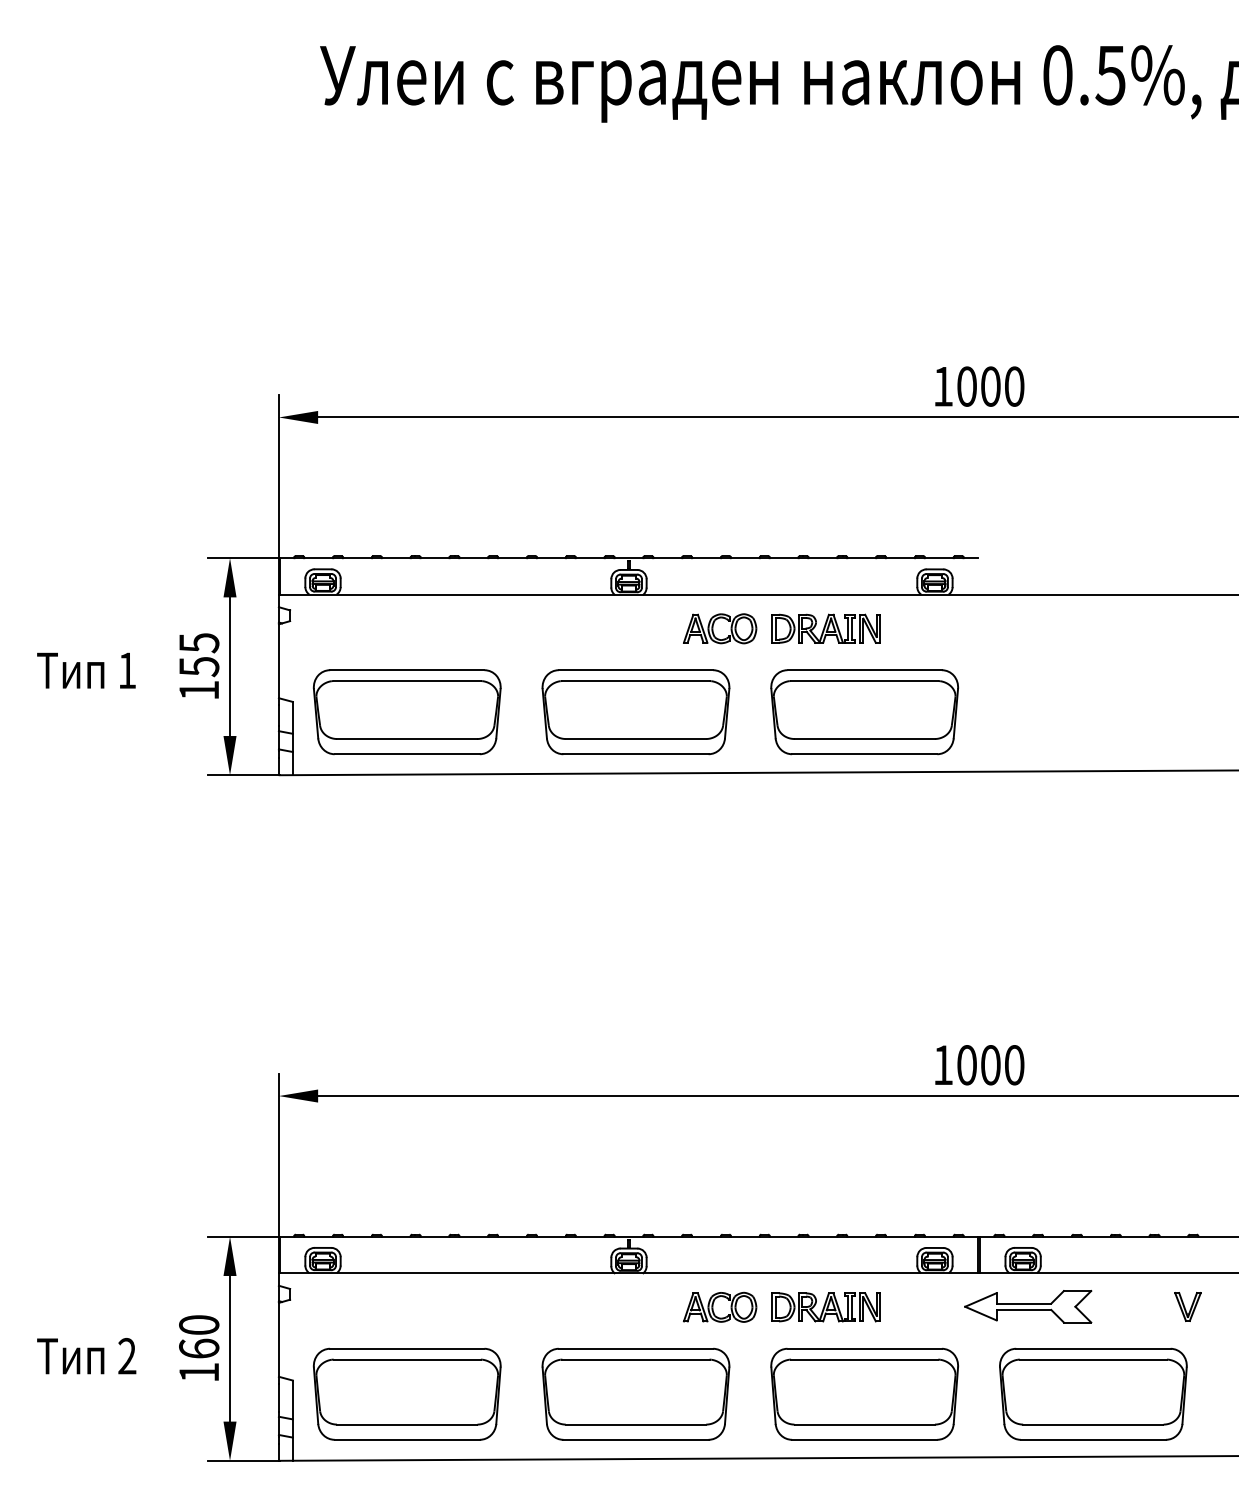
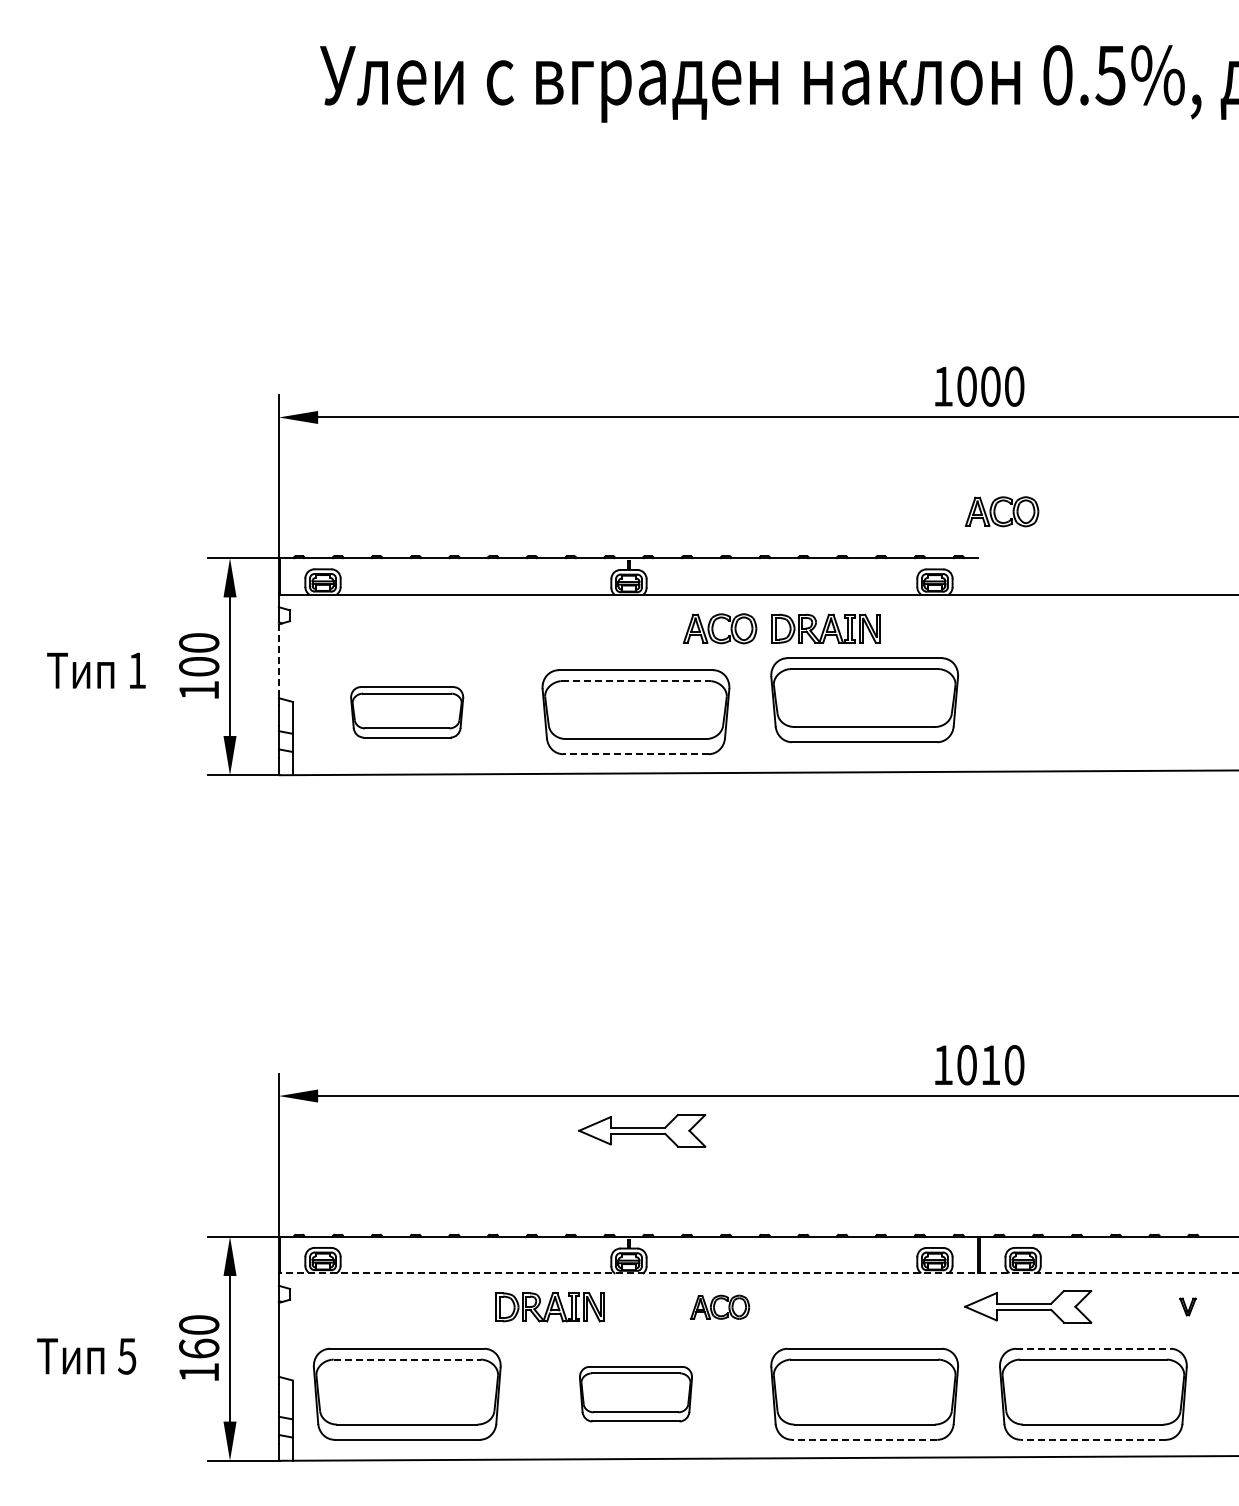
part at (1002, 511): none -> present
text at (199, 655): 155 -> 100
line at (278, 661): solid -> dashed
text at (86, 670) position: (86, 670) -> (96, 670)
line at (635, 681): solid -> dashed
part at (406, 712) size: 190x87 px -> 115x53 px
part at (864, 712) position: (864, 712) -> (864, 700)
line at (635, 754): solid -> dashed
text at (990, 1065): 1000 -> 1010
part at (642, 1130): none -> present
line at (758, 1273): solid -> dashed
part at (720, 1306) size: 75x32 px -> 61x26 px
part at (1187, 1306) size: 28x30 px -> 18x20 px
part at (825, 1307) position: (825, 1307) -> (549, 1307)
line at (1093, 1348): solid -> dashed
text at (127, 1355): 2 -> 5
line at (407, 1359): solid -> dashed
part at (635, 1393) size: 190x94 px -> 114x57 px
line at (864, 1439): solid -> dashed
line at (1093, 1439): solid -> dashed
